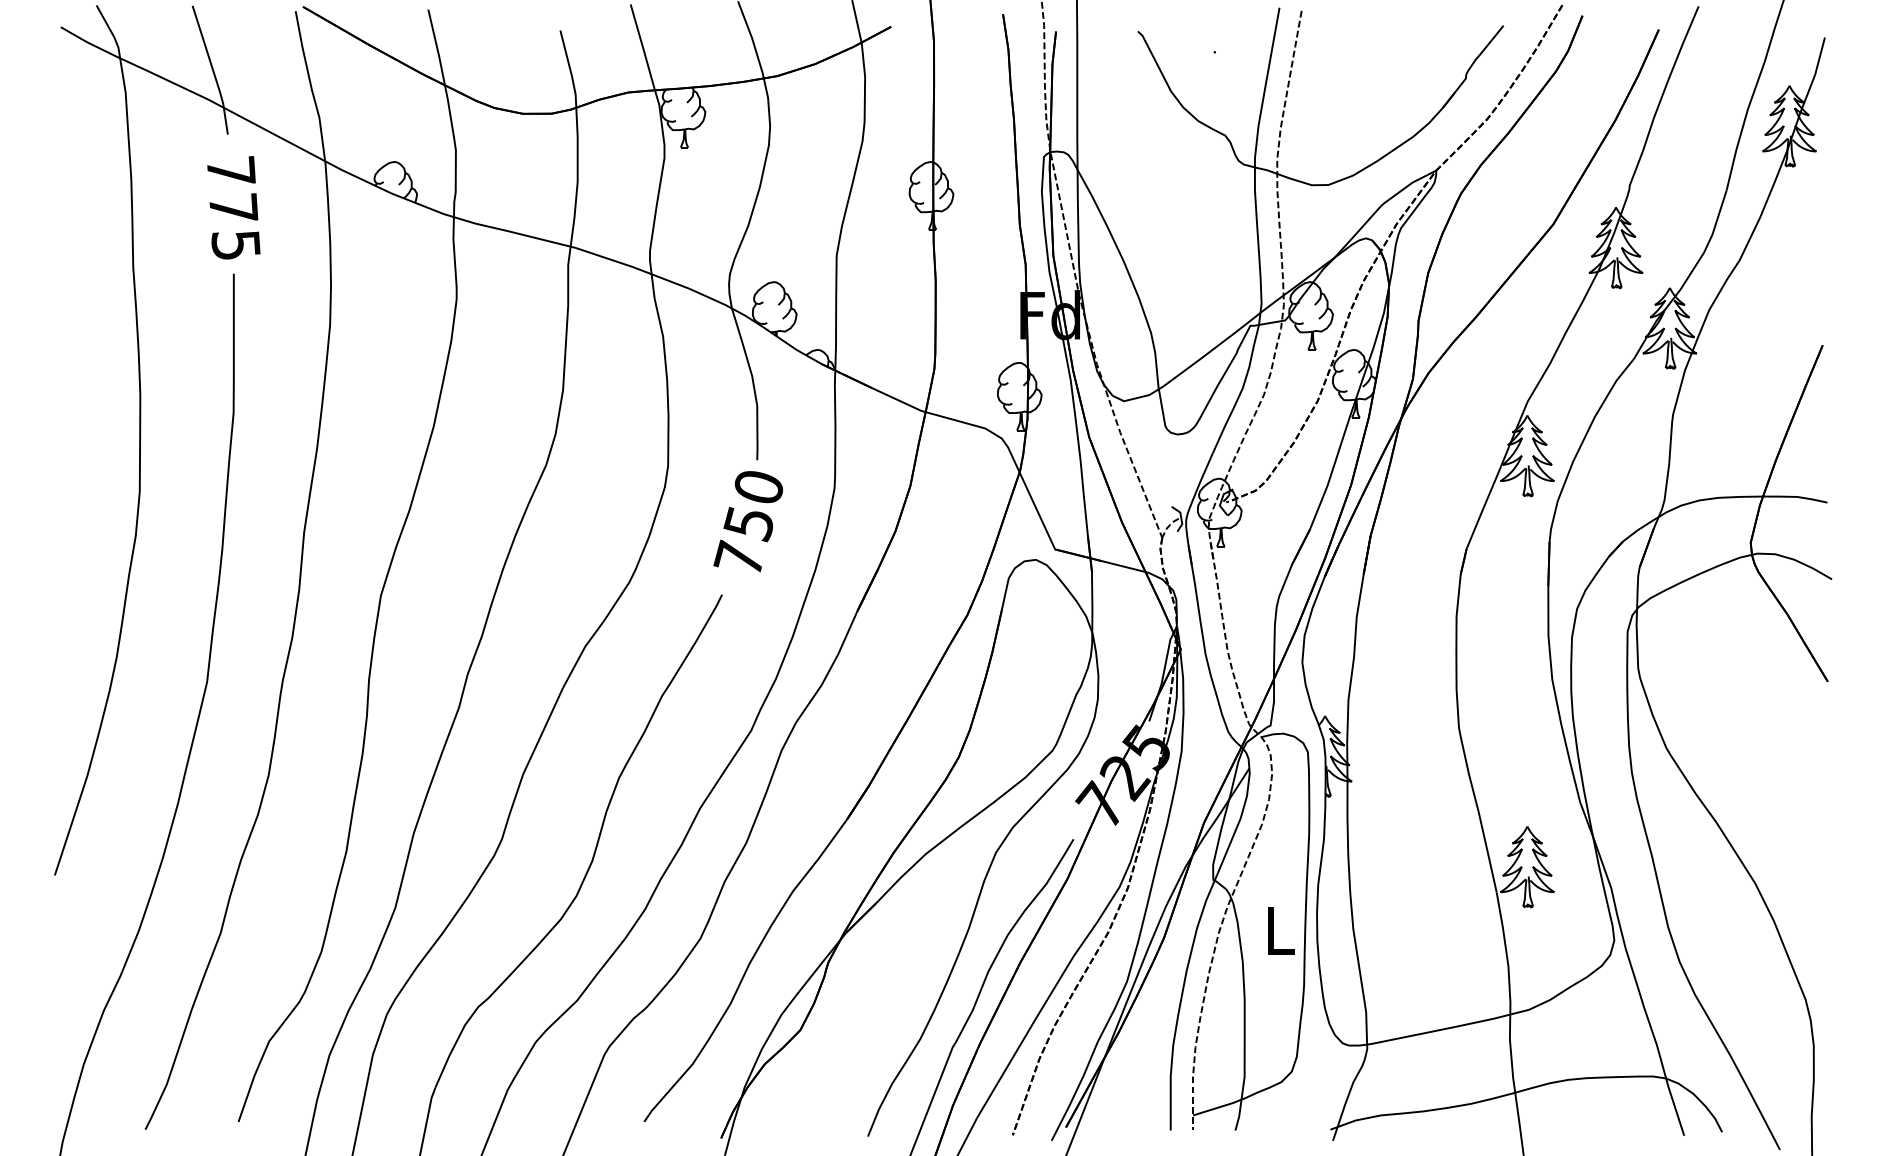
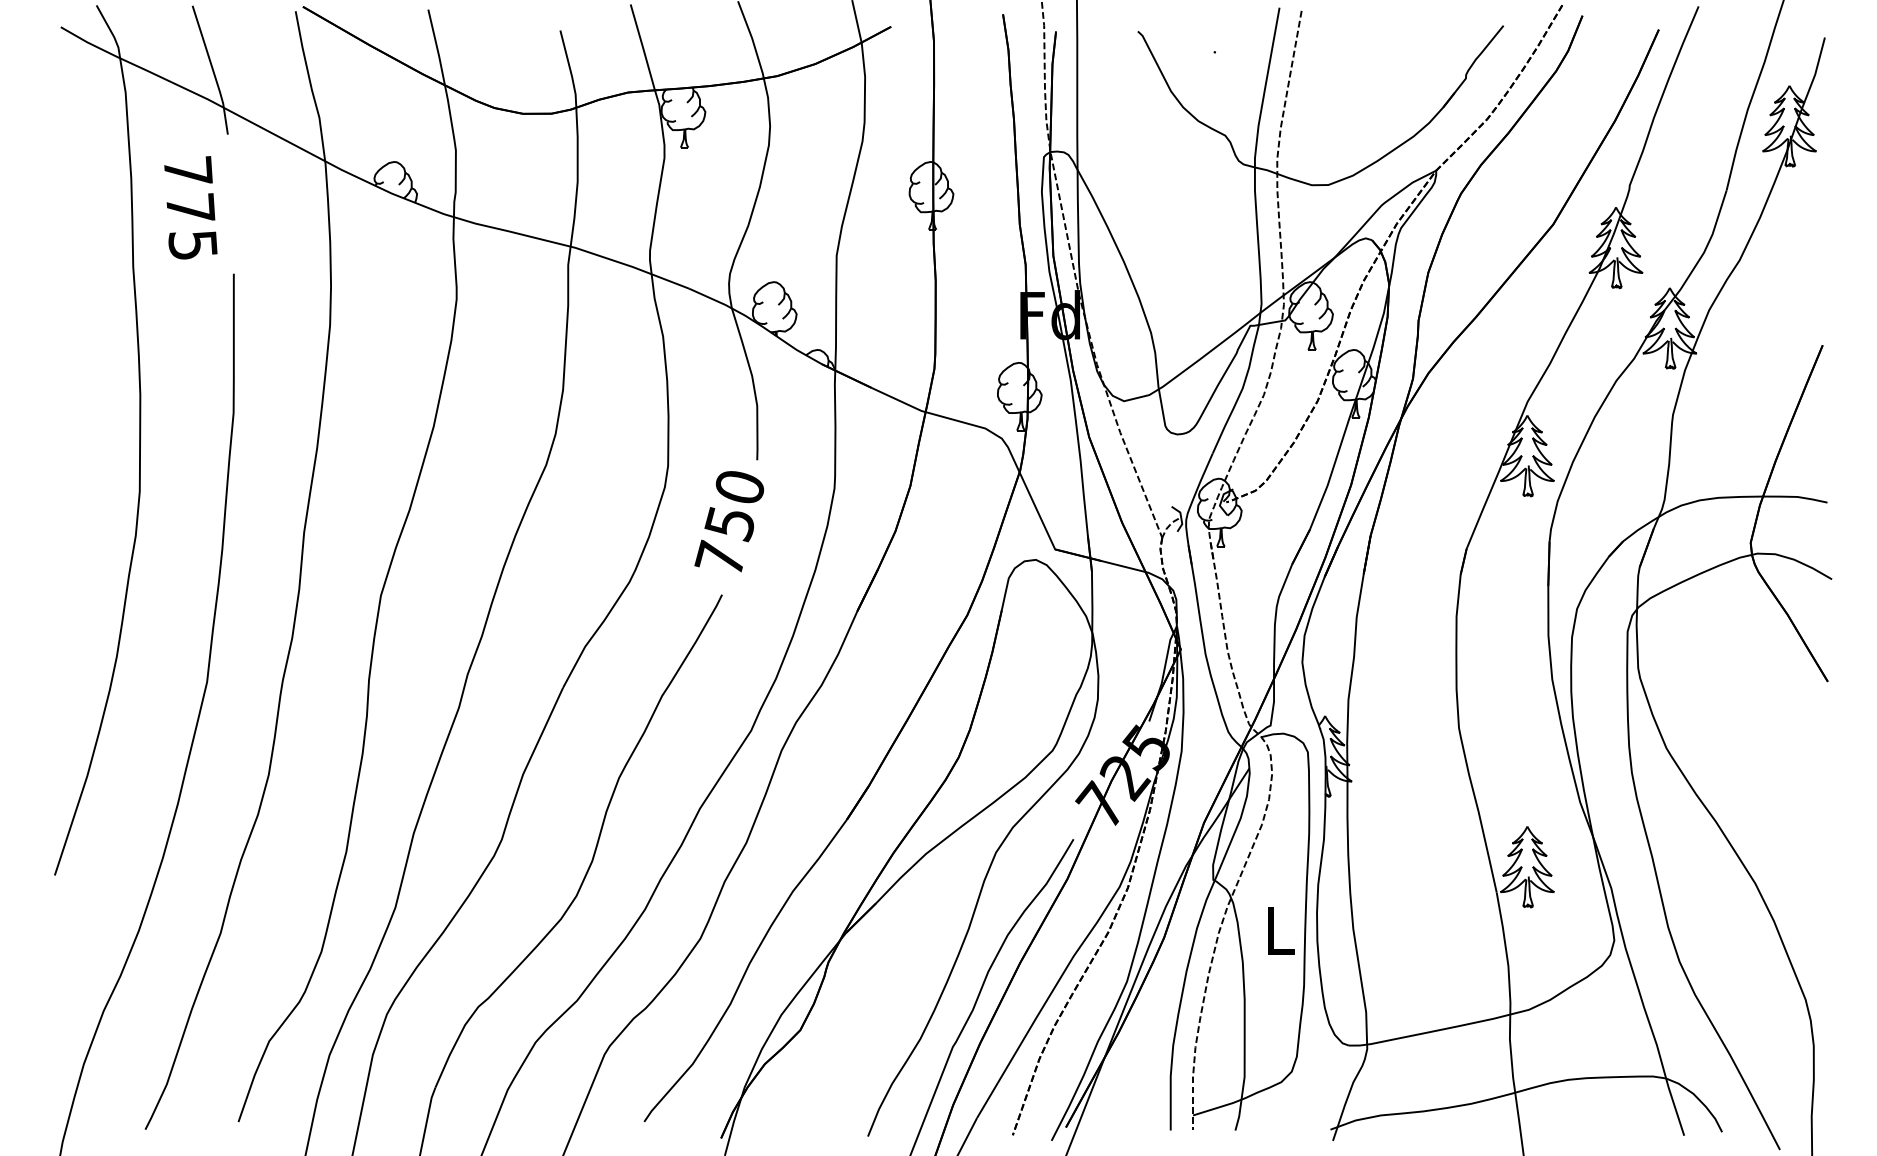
text at (233, 207) position: (233, 207) -> (190, 207)
text at (747, 521) position: (747, 521) -> (728, 521)
